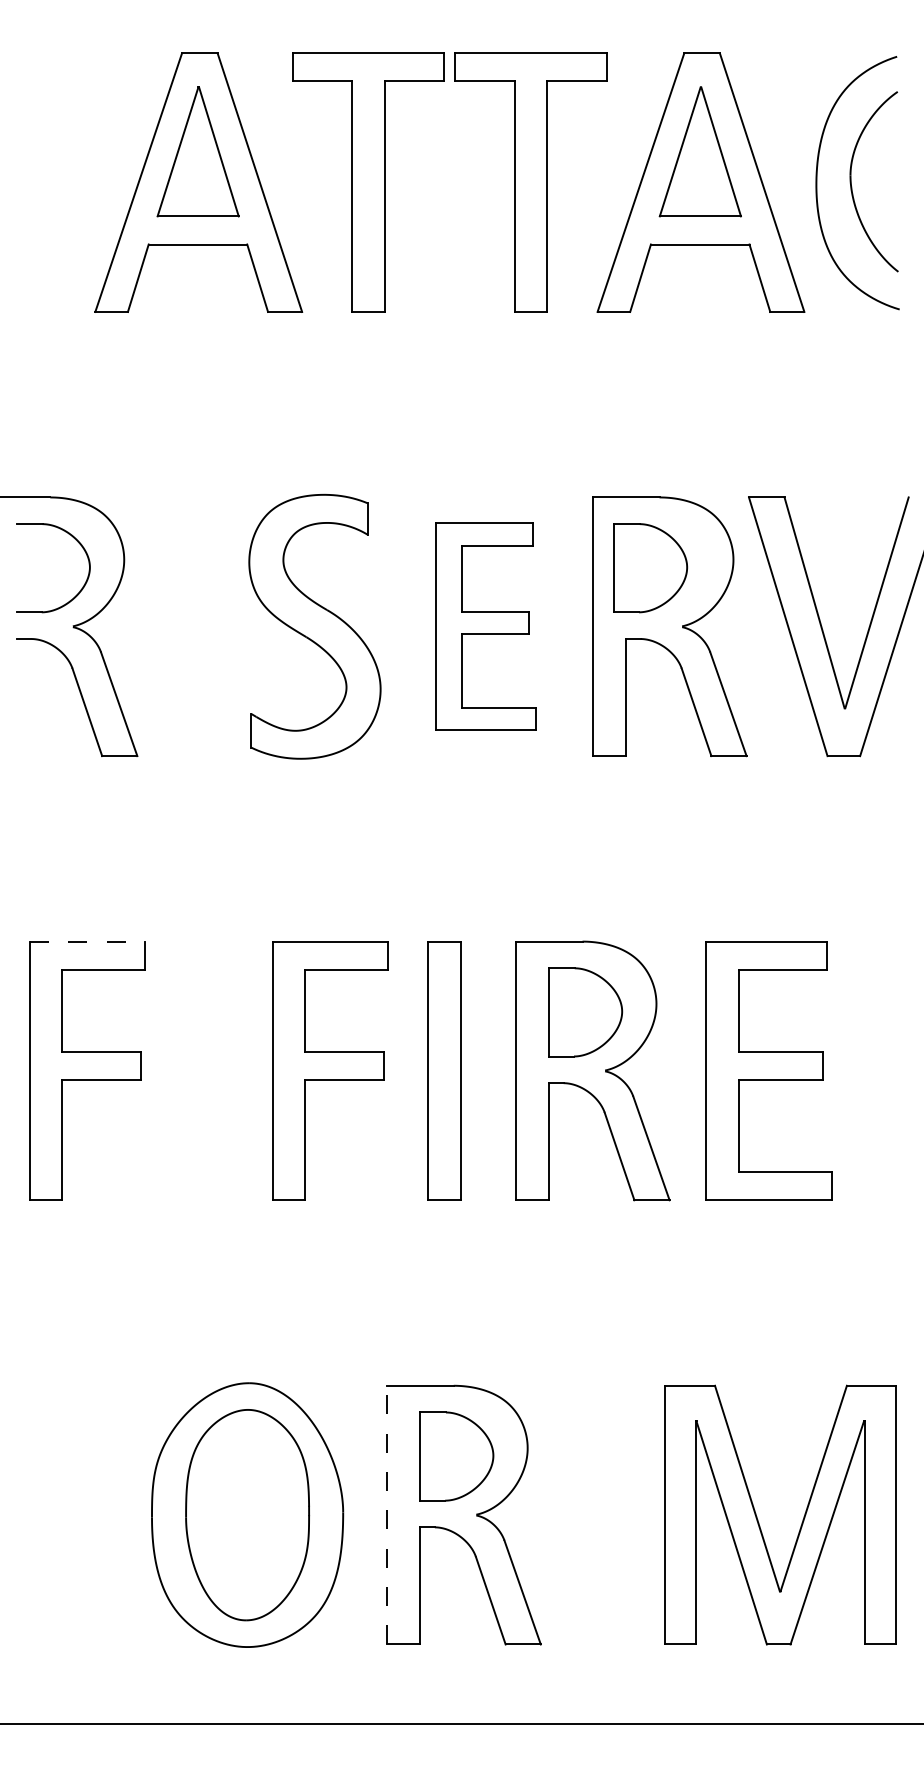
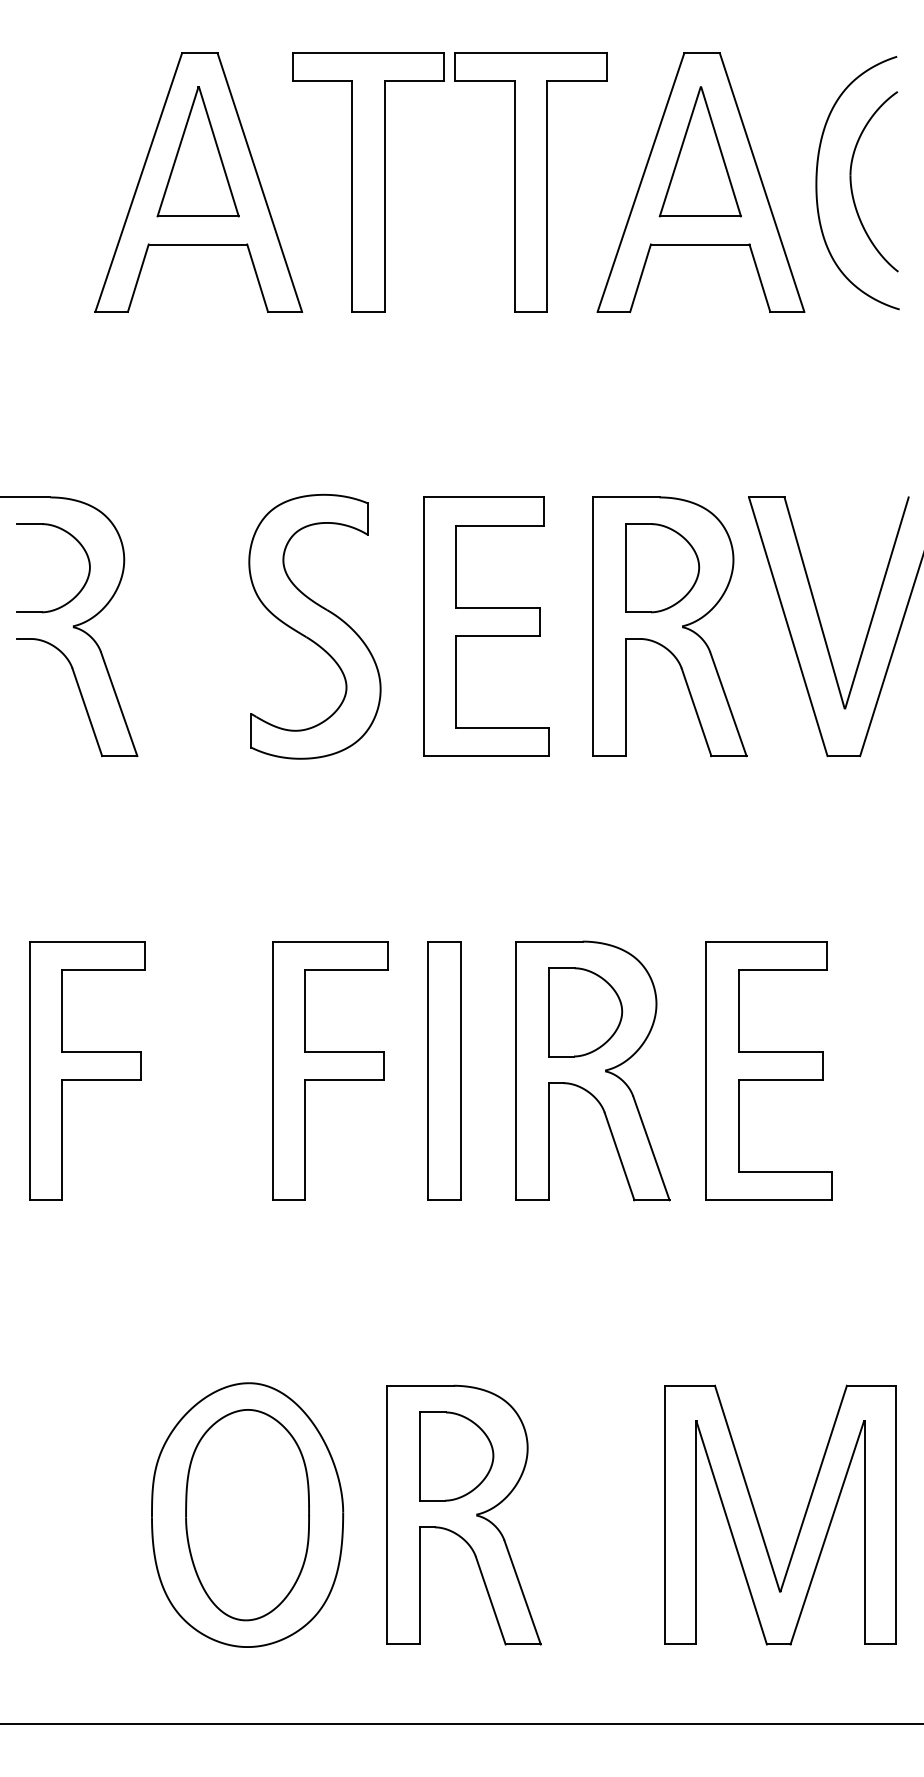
part at (650, 568) position: (650, 568) -> (662, 568)
part at (485, 626) size: 102x209 px -> 127x261 px
line at (87, 941): dashed -> solid
line at (387, 1514): dashed -> solid
